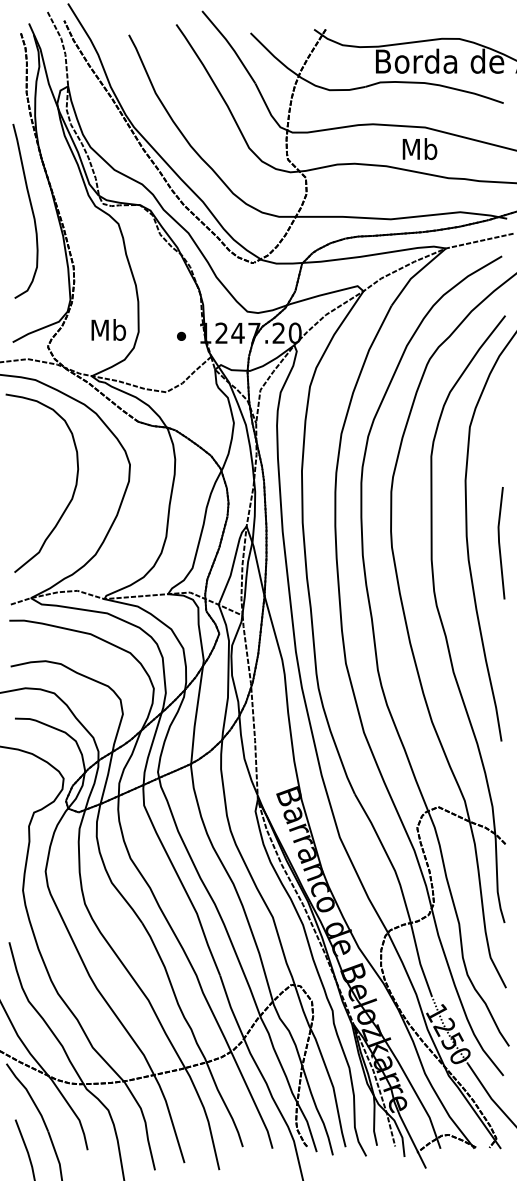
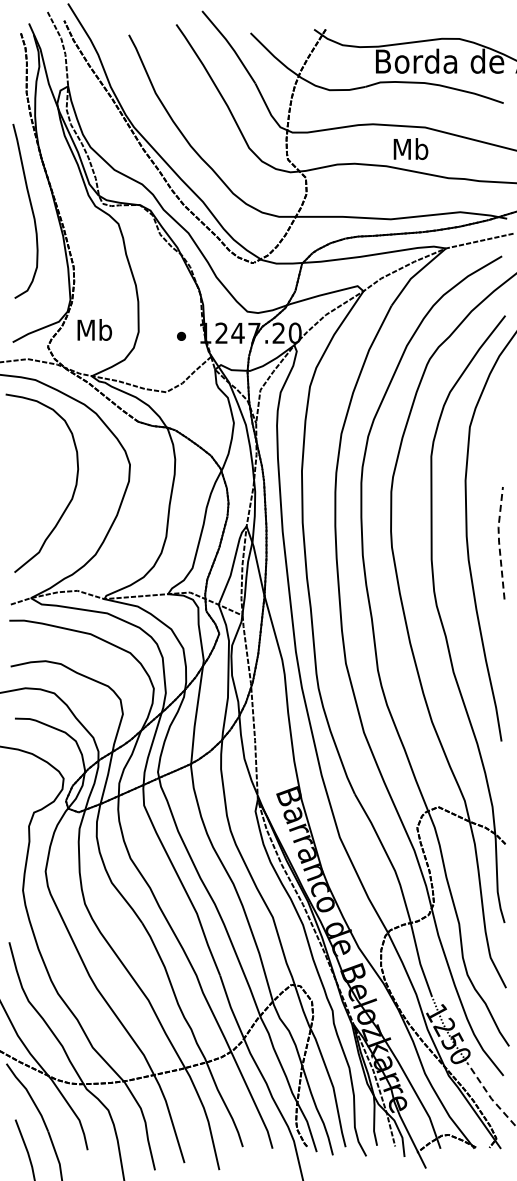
text at (419, 148) position: (419, 148) -> (410, 148)
text at (108, 329) position: (108, 329) -> (94, 329)
line at (499, 542): solid -> dashed
line at (490, 1097): solid -> dashed
